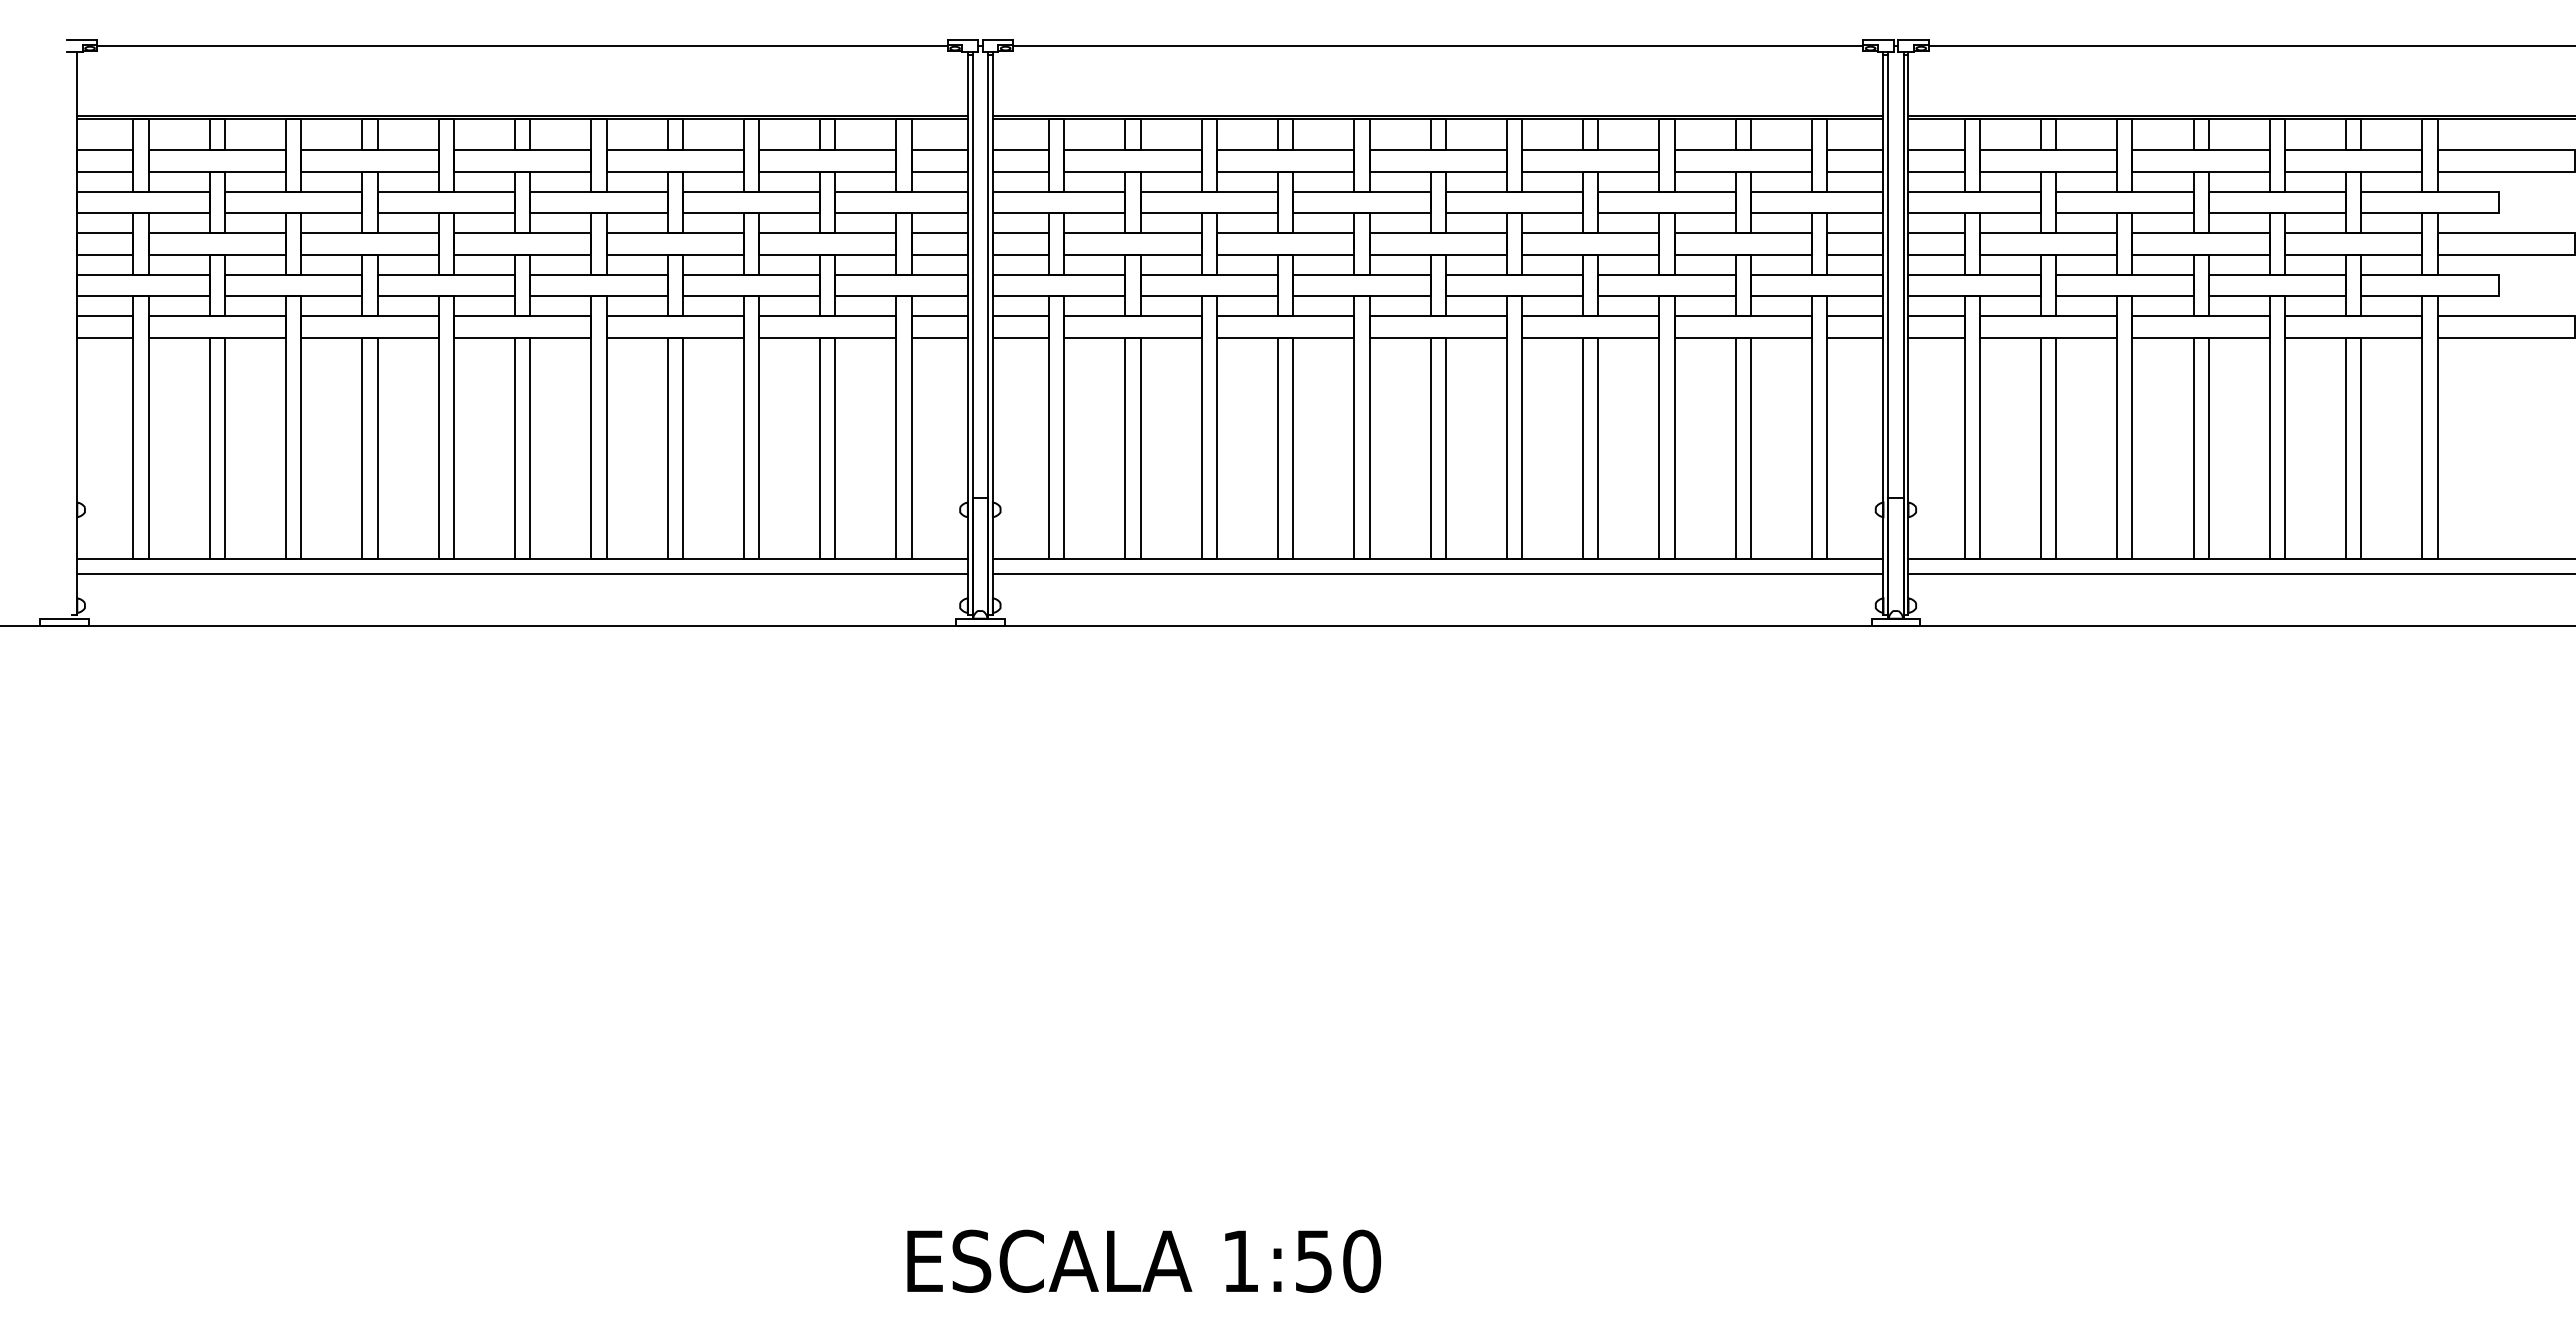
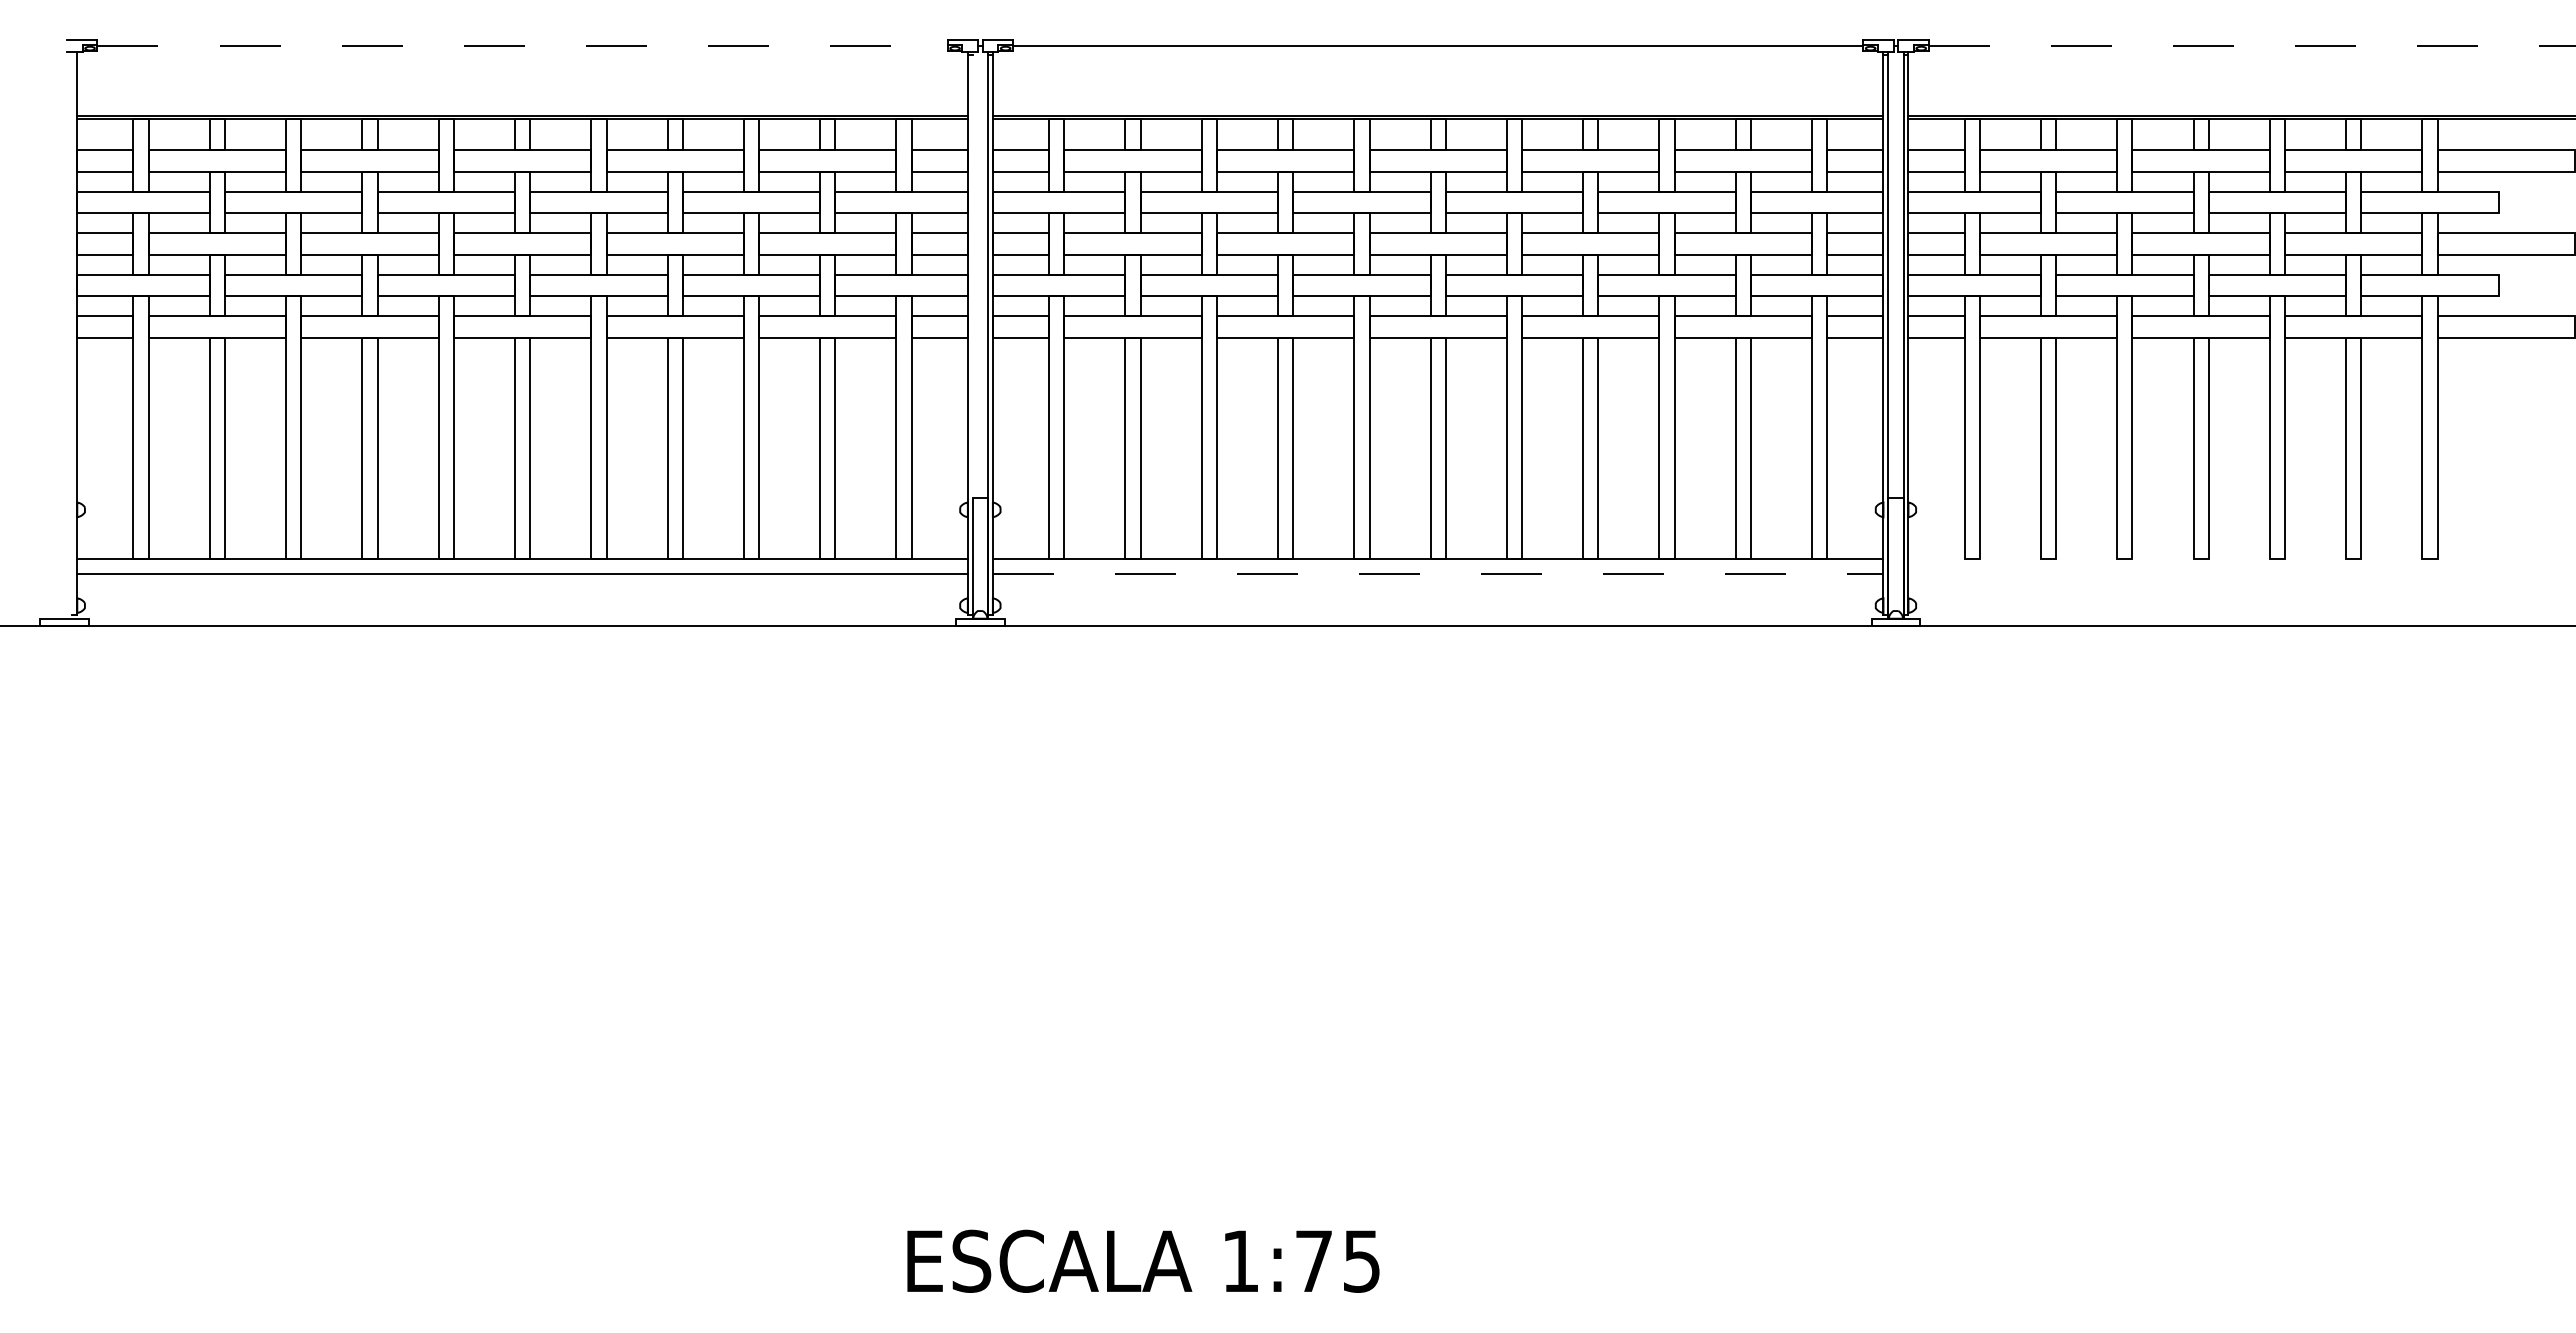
line at (523, 46): solid -> dashed
line at (2252, 46): solid -> dashed
line at (972, 333): present -> none
line at (2240, 558): present -> none
line at (1438, 574): solid -> dashed
line at (2240, 574): present -> none
text at (1338, 1260): 1:50 -> 1:75
